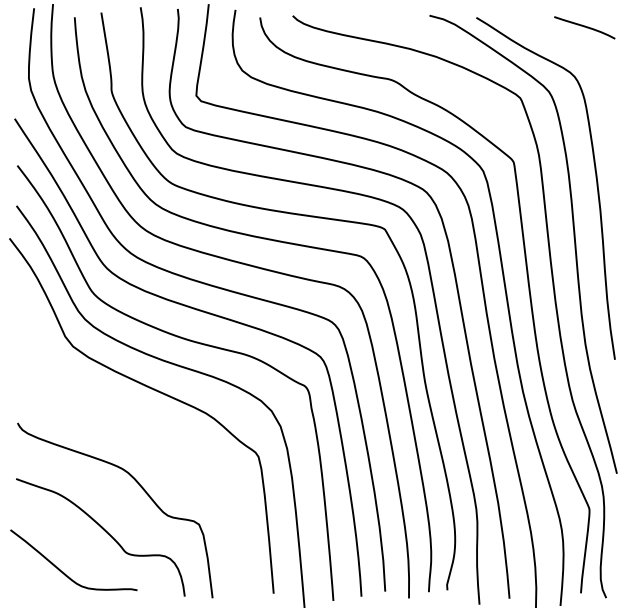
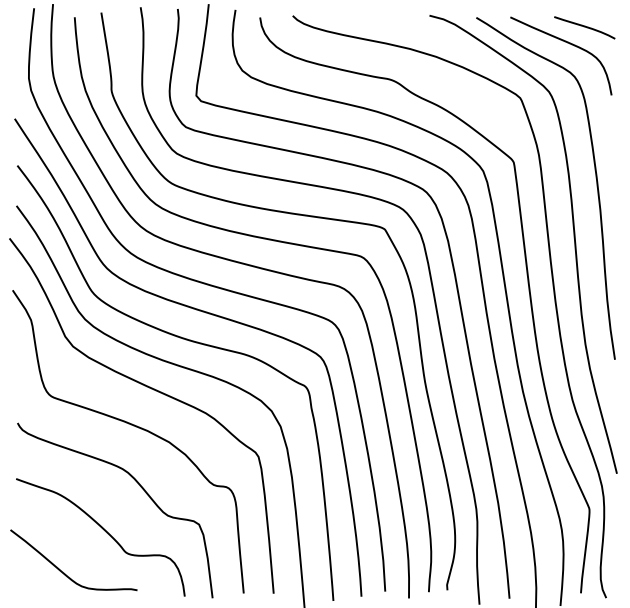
curve at (567, 43): none -> present
curve at (133, 426): none -> present
